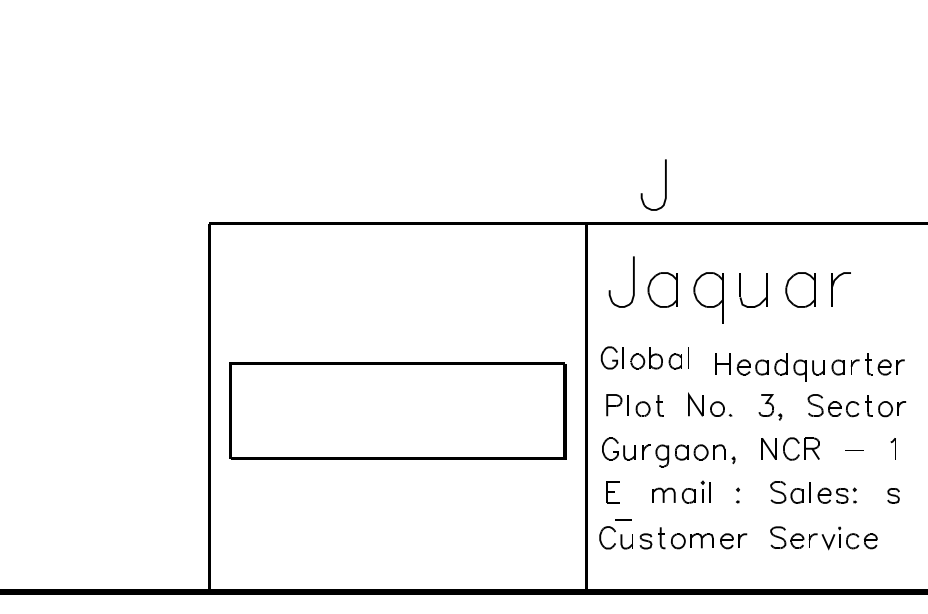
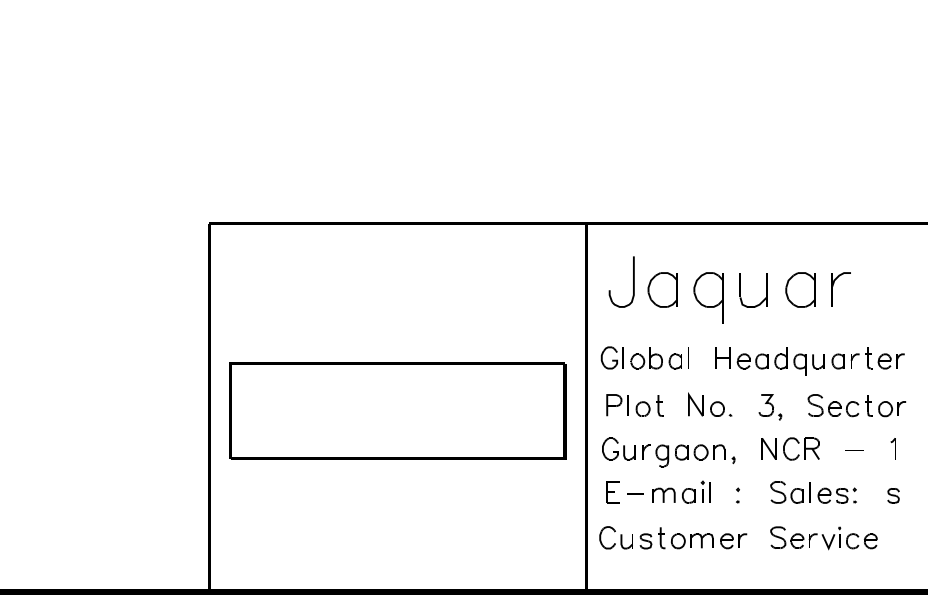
part at (665, 184): present -> none
part at (809, 367) position: (809, 367) -> (809, 361)
line at (623, 519) position: (623, 519) -> (635, 493)
